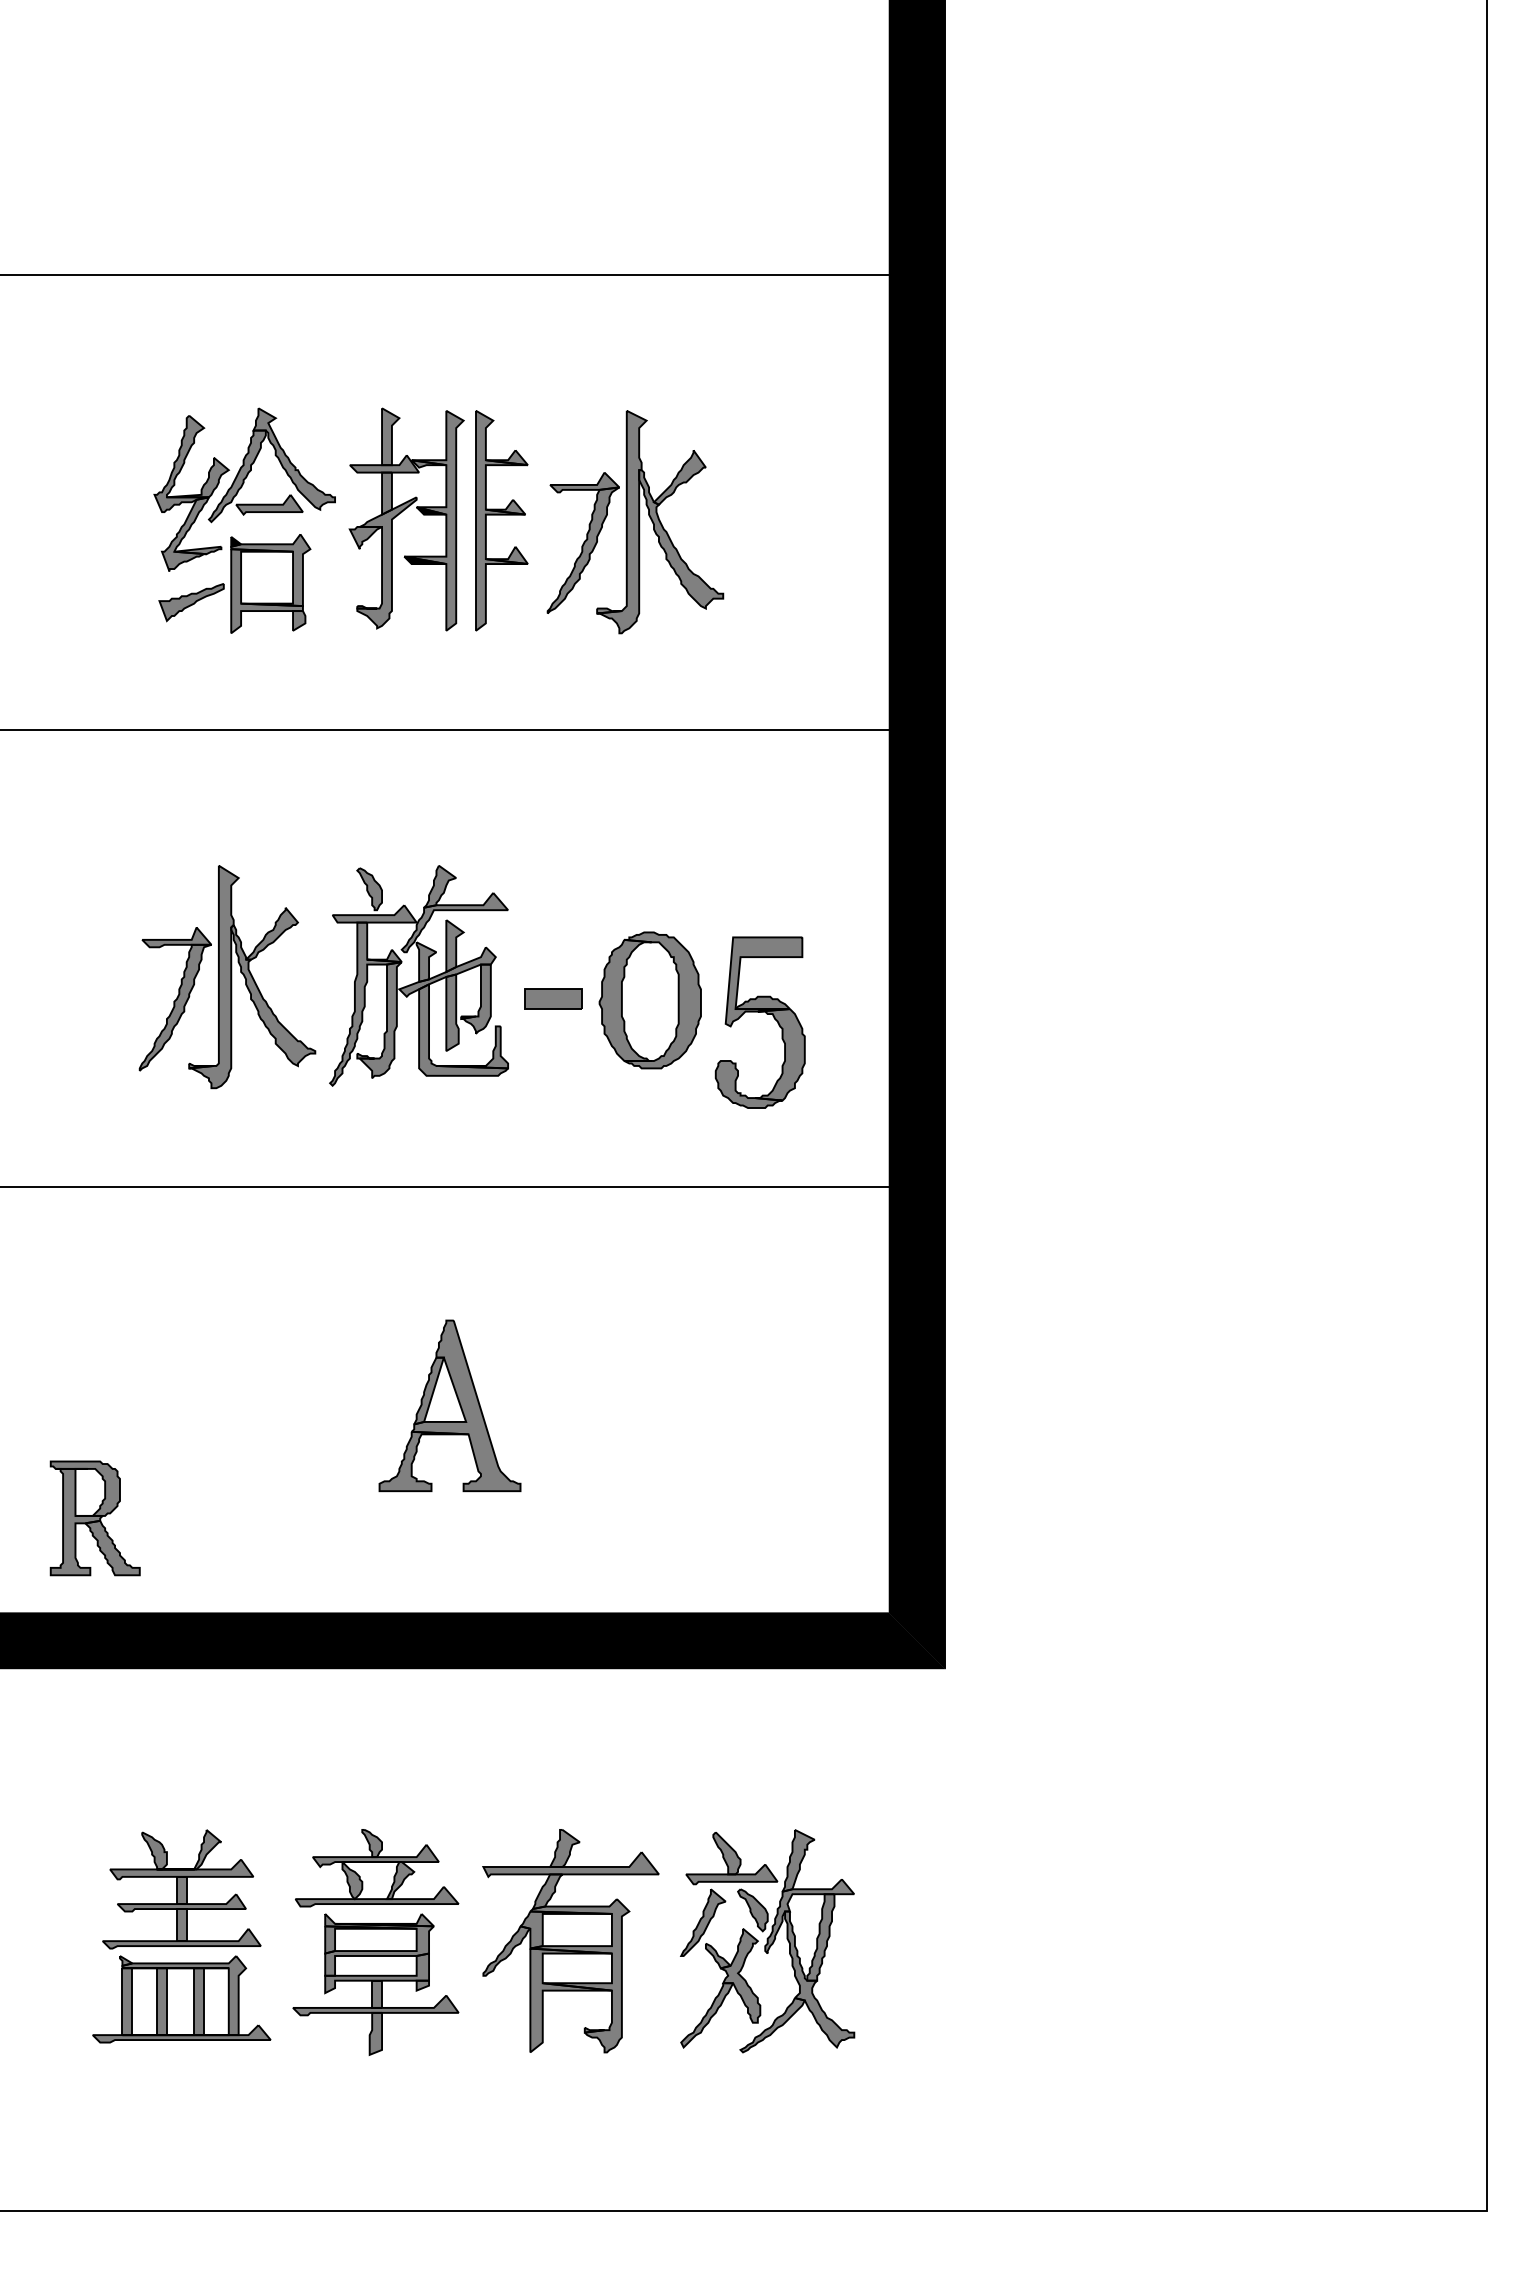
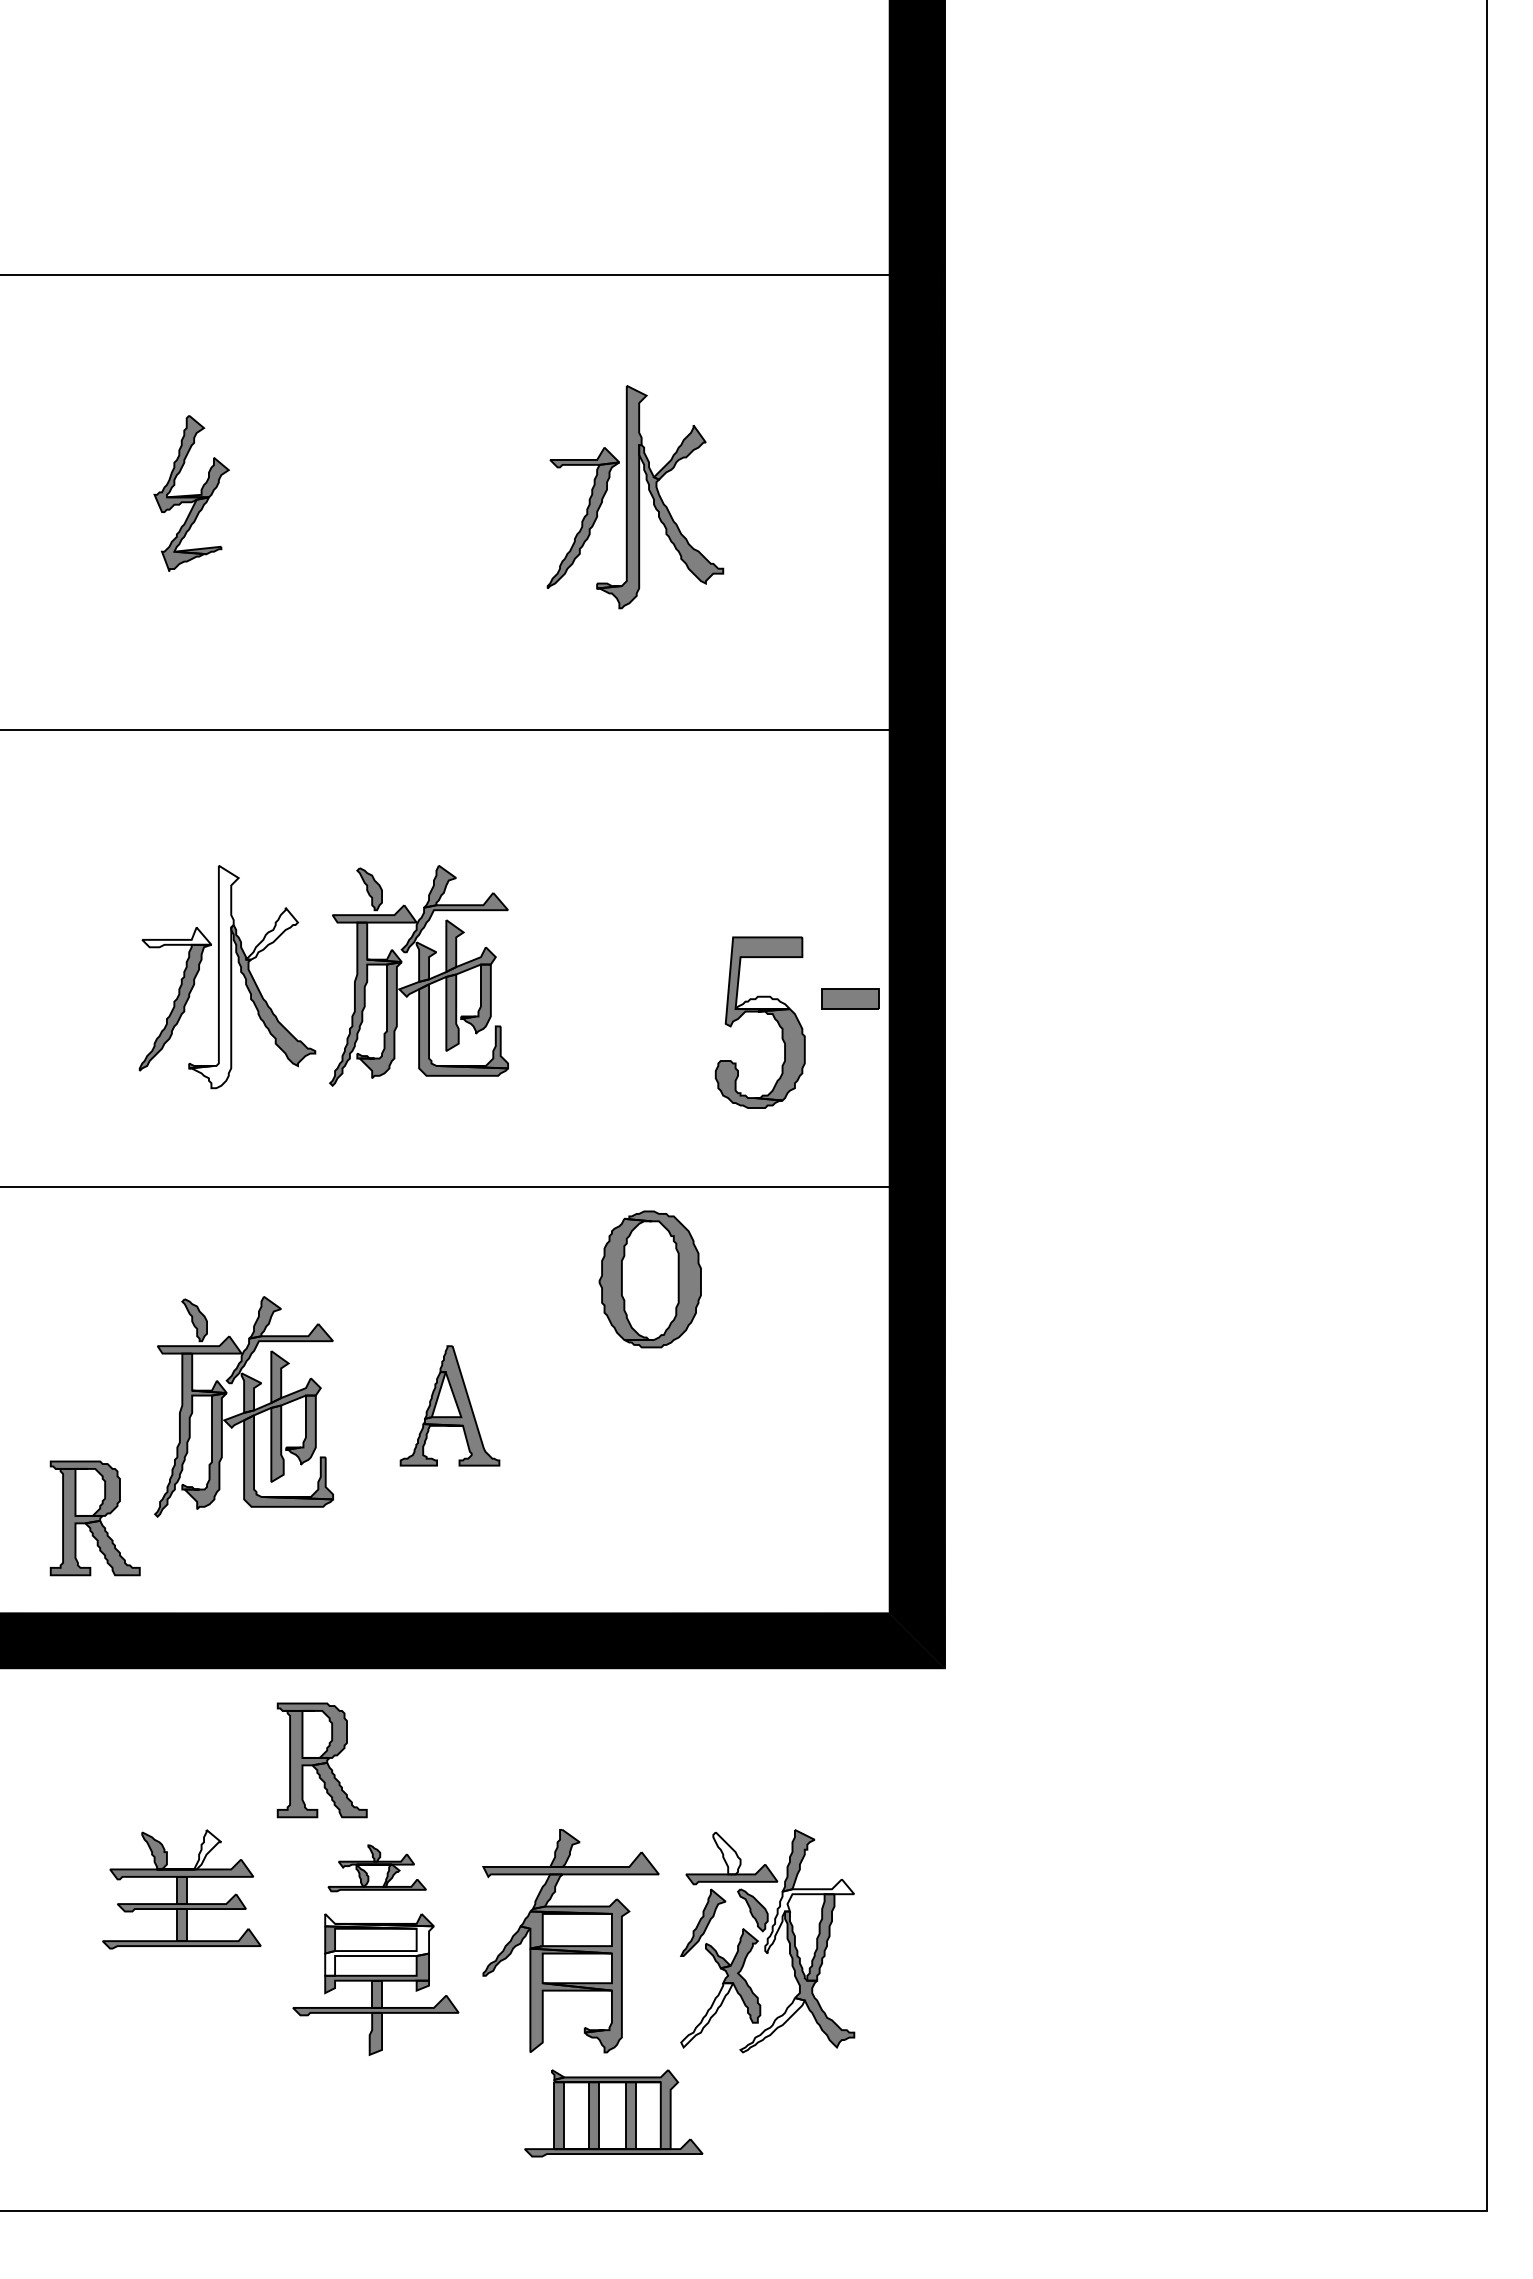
part at (279, 462): present -> none
part at (401, 513): present -> none
part at (501, 520): present -> none
part at (635, 522) position: (635, 522) -> (635, 497)
part at (234, 583): present -> none
fill at (271, 933): present -> none
fill at (176, 937): present -> none
fill at (213, 976): present -> none
part at (553, 998) position: (553, 998) -> (850, 998)
part at (649, 1000) position: (649, 1000) -> (649, 1279)
fill at (762, 1002): present -> none
part at (449, 1405) size: 144x174 px -> 102x122 px
part at (243, 1406): none -> present
part at (321, 1760): none -> present
fill at (189, 1849): present -> none
fill at (726, 1853): present -> none
part at (377, 1868) size: 165x79 px -> 100x49 px
fill at (809, 1916): present -> none
fill at (379, 1944): present -> none
part at (181, 1999) position: (181, 1999) -> (613, 2113)
fill at (707, 2015): present -> none
fill at (772, 2025): present -> none
